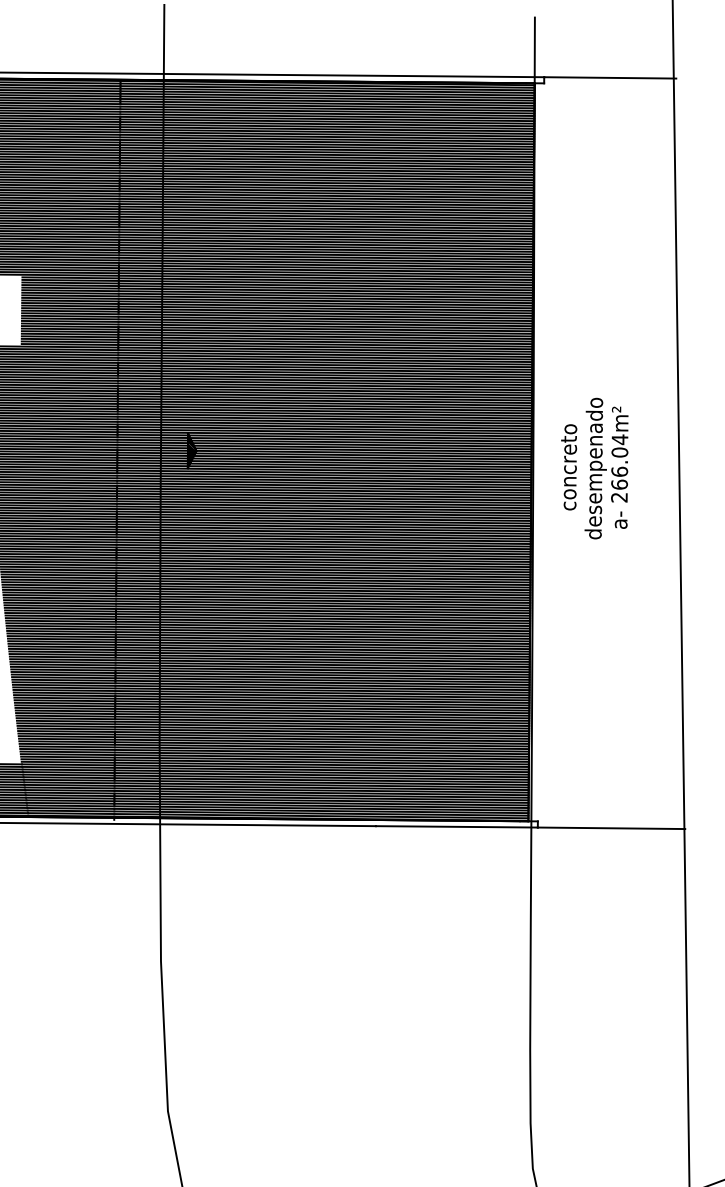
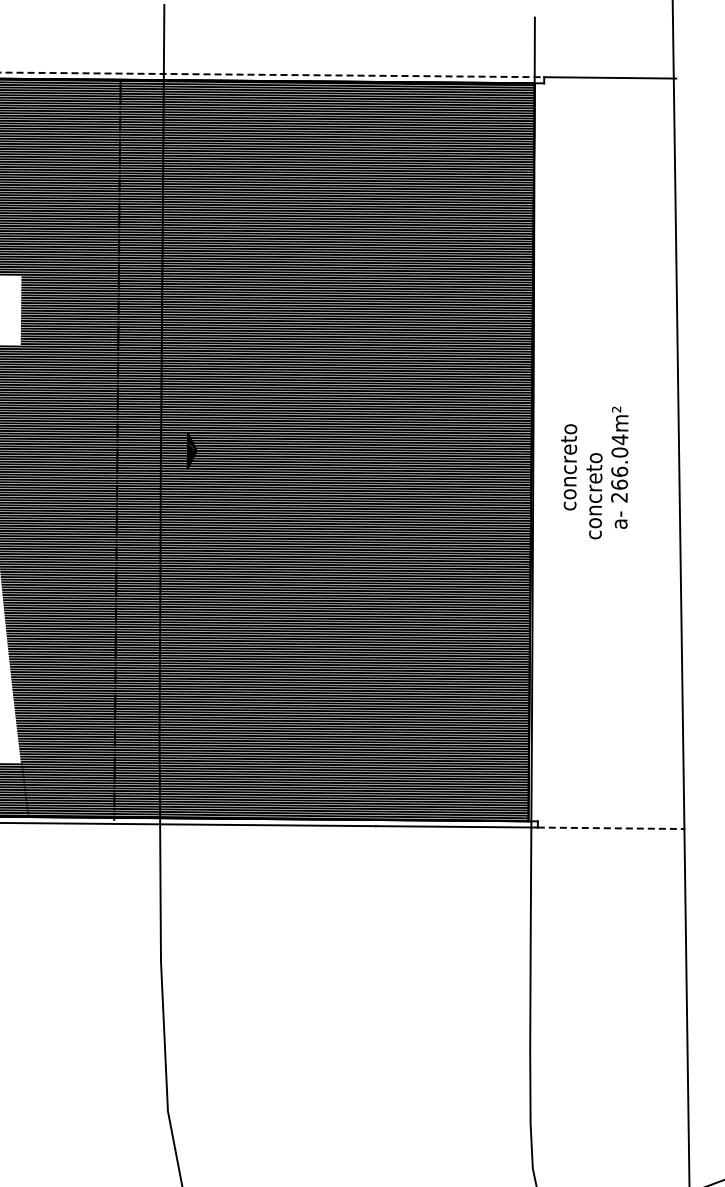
line at (272, 74): solid -> dashed
text at (595, 467): desempenado -> concreto
line at (611, 828): solid -> dashed
